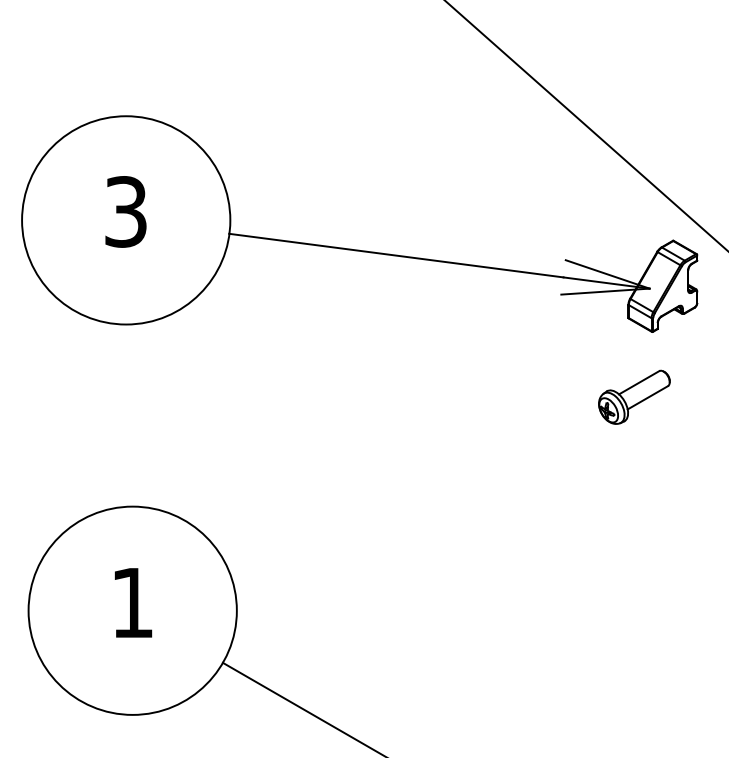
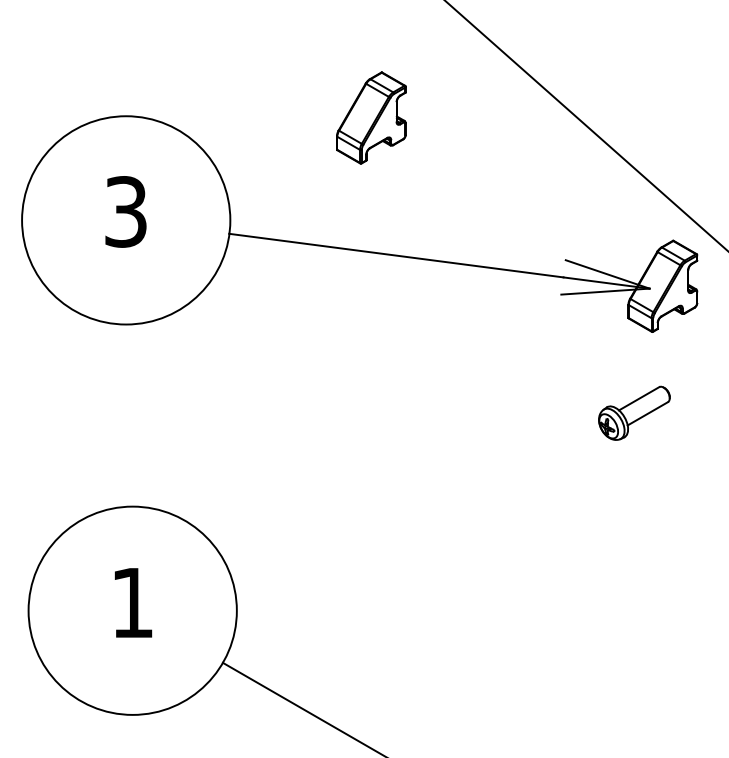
part at (371, 117): none -> present
part at (634, 396) position: (634, 396) -> (634, 412)
